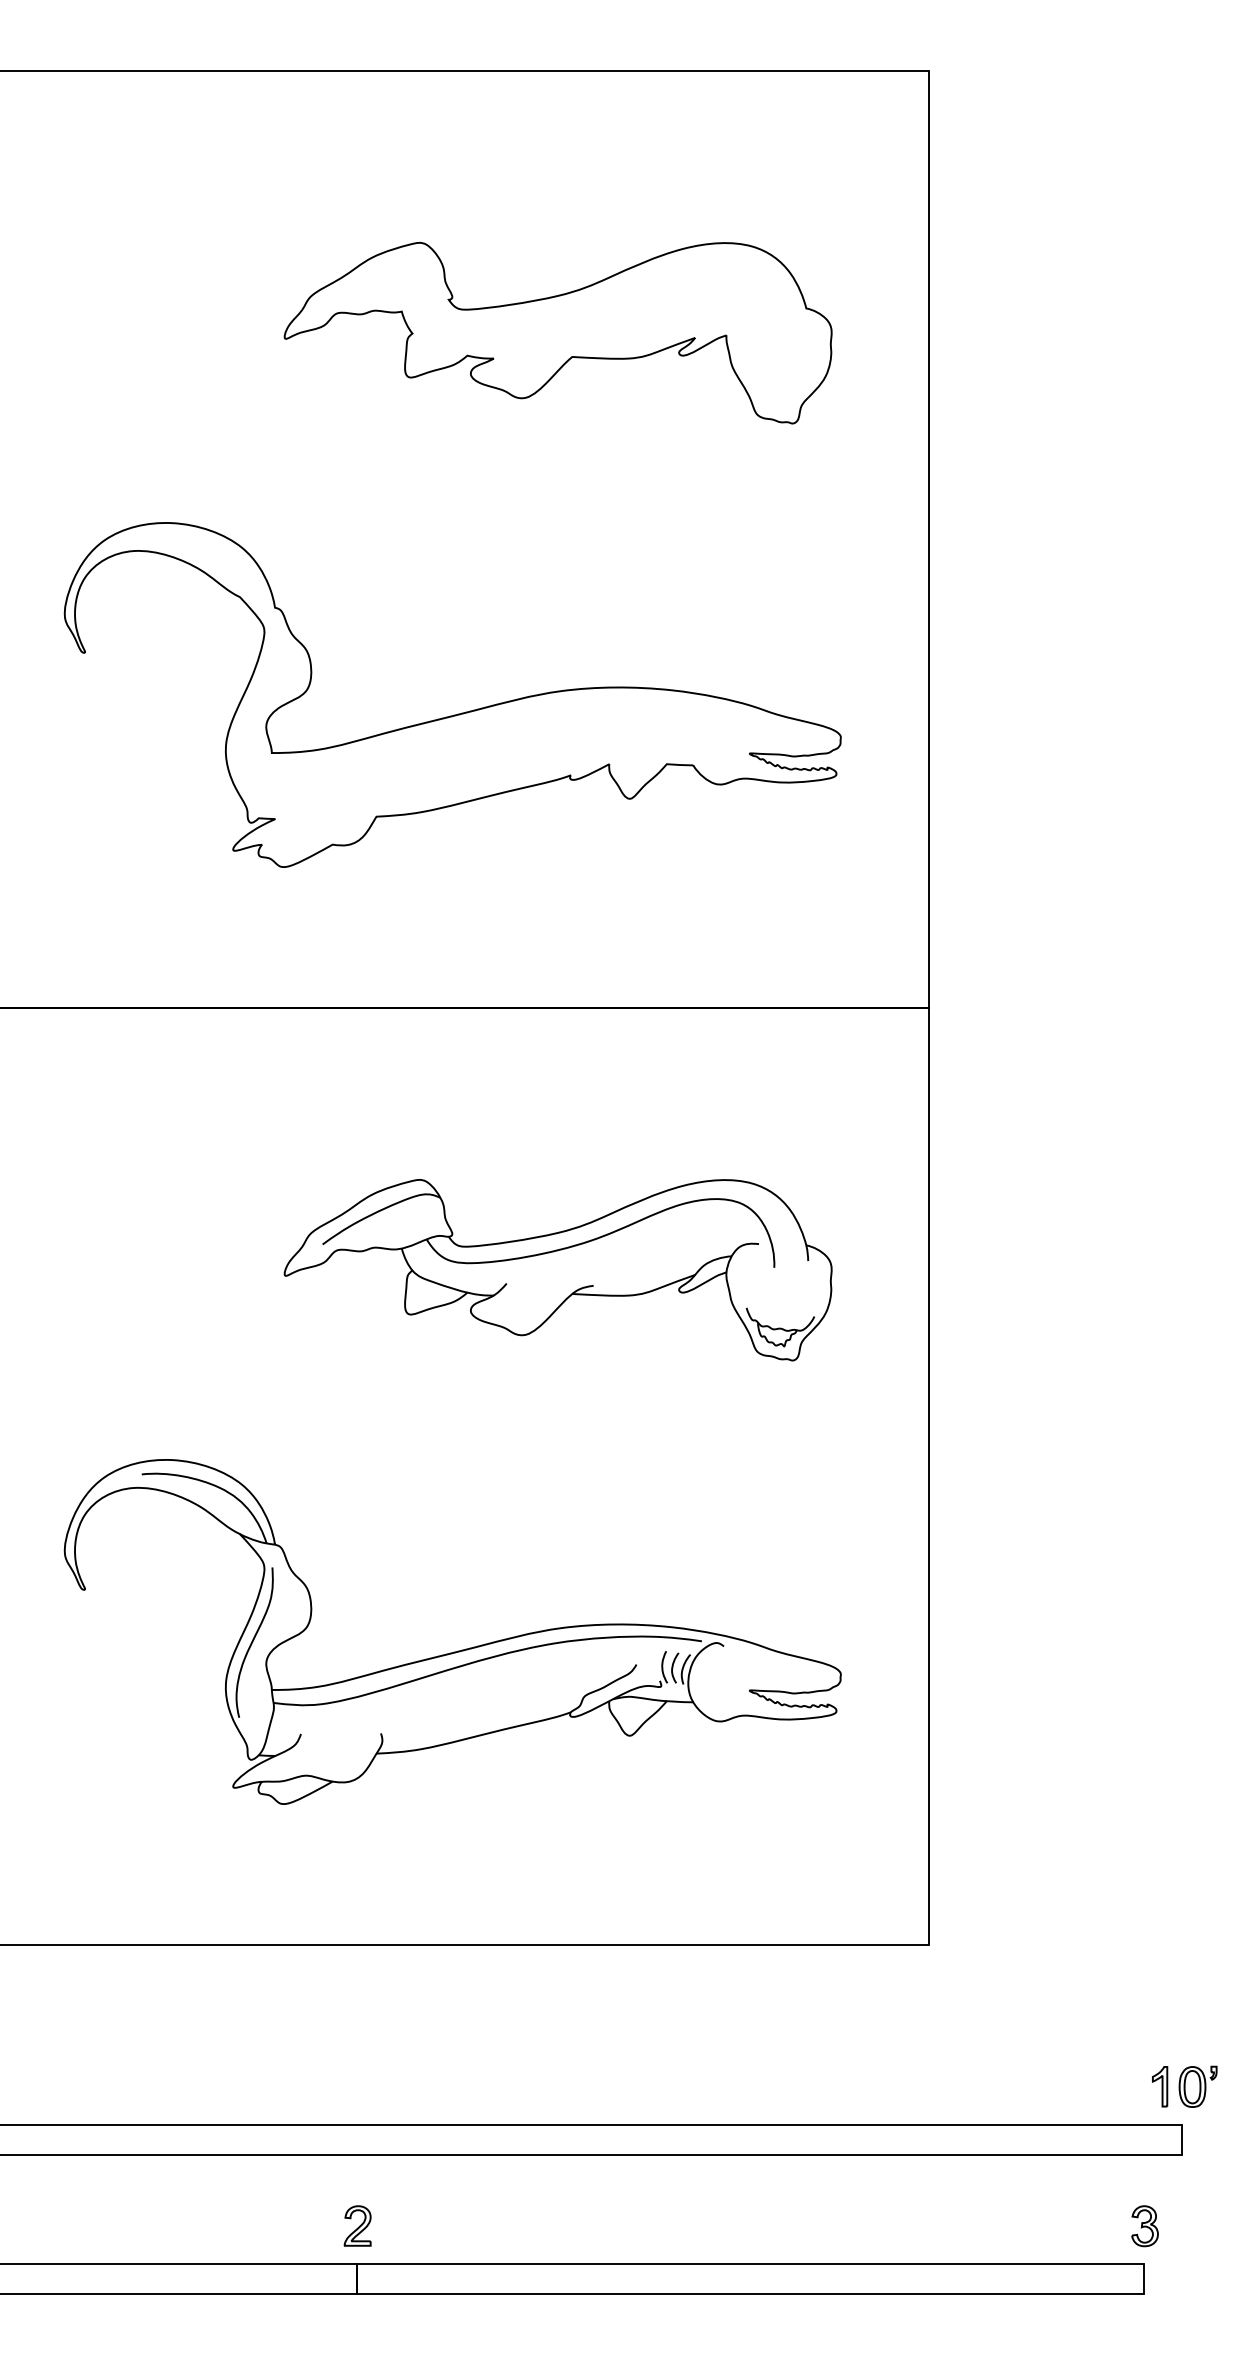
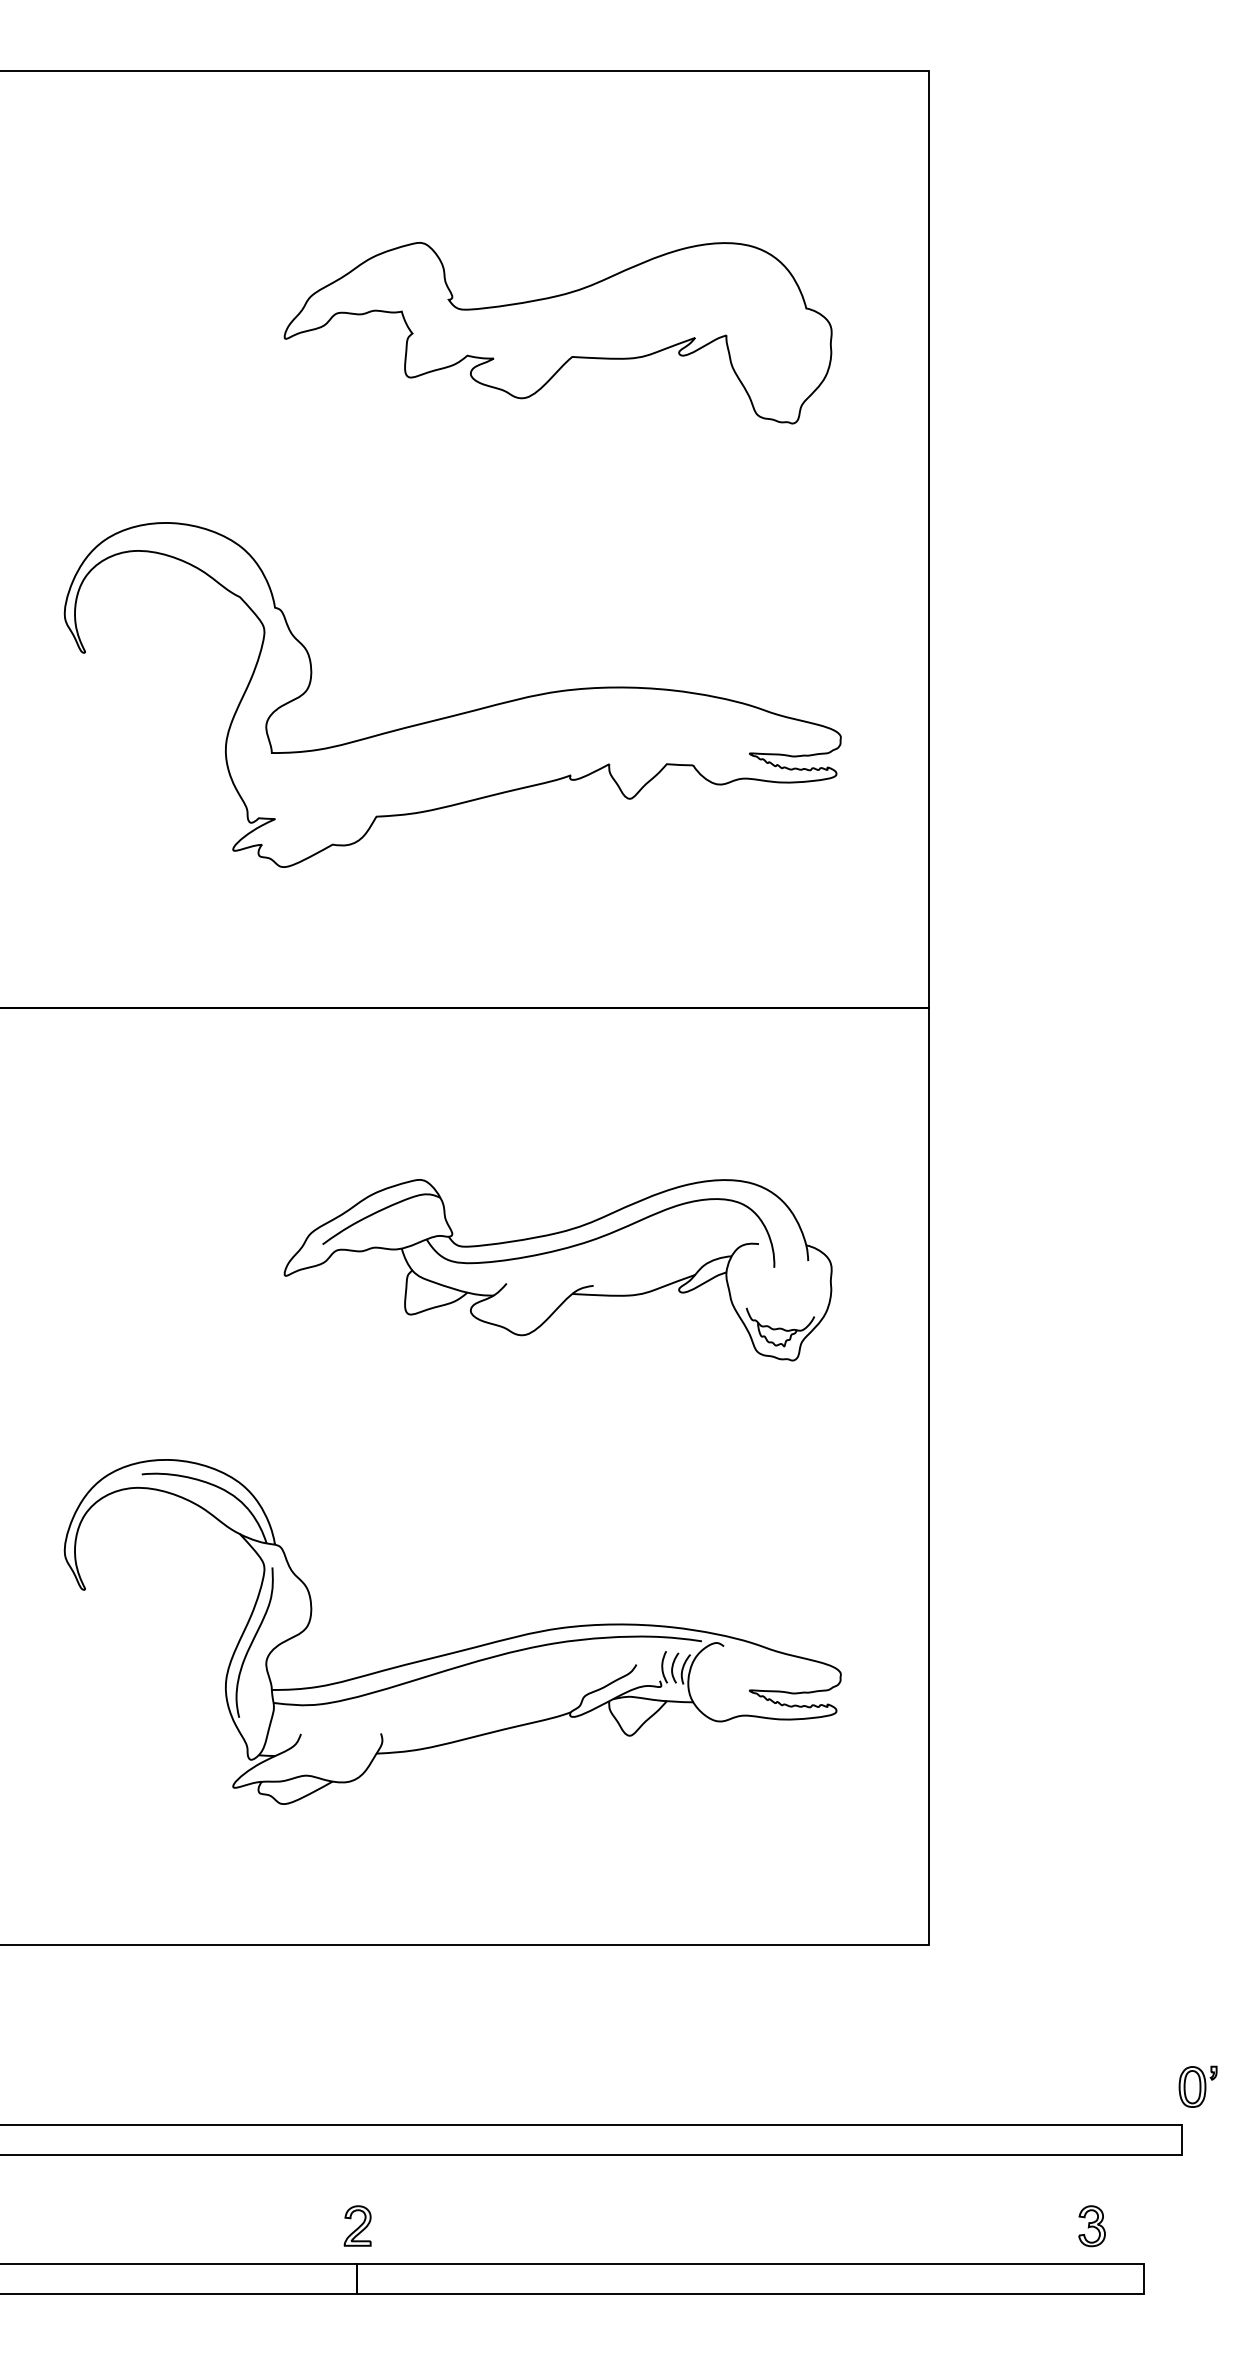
part at (1160, 2086): present -> none
part at (1144, 2226) position: (1144, 2226) -> (1091, 2226)
